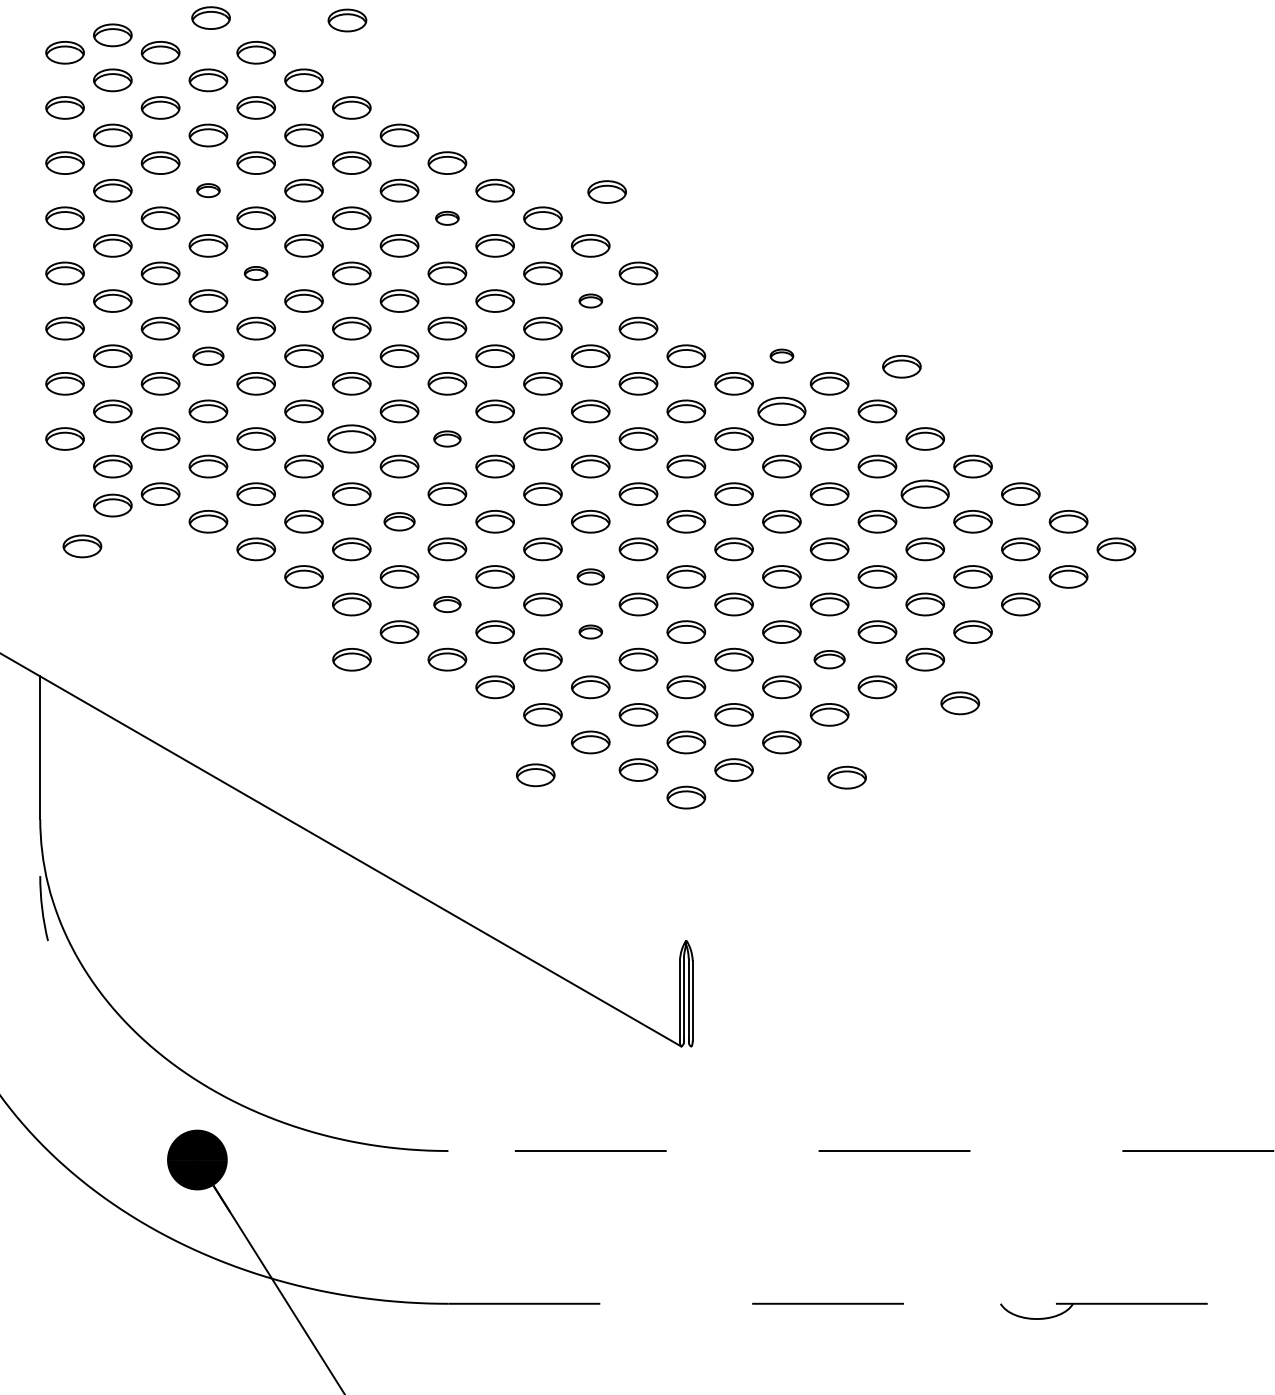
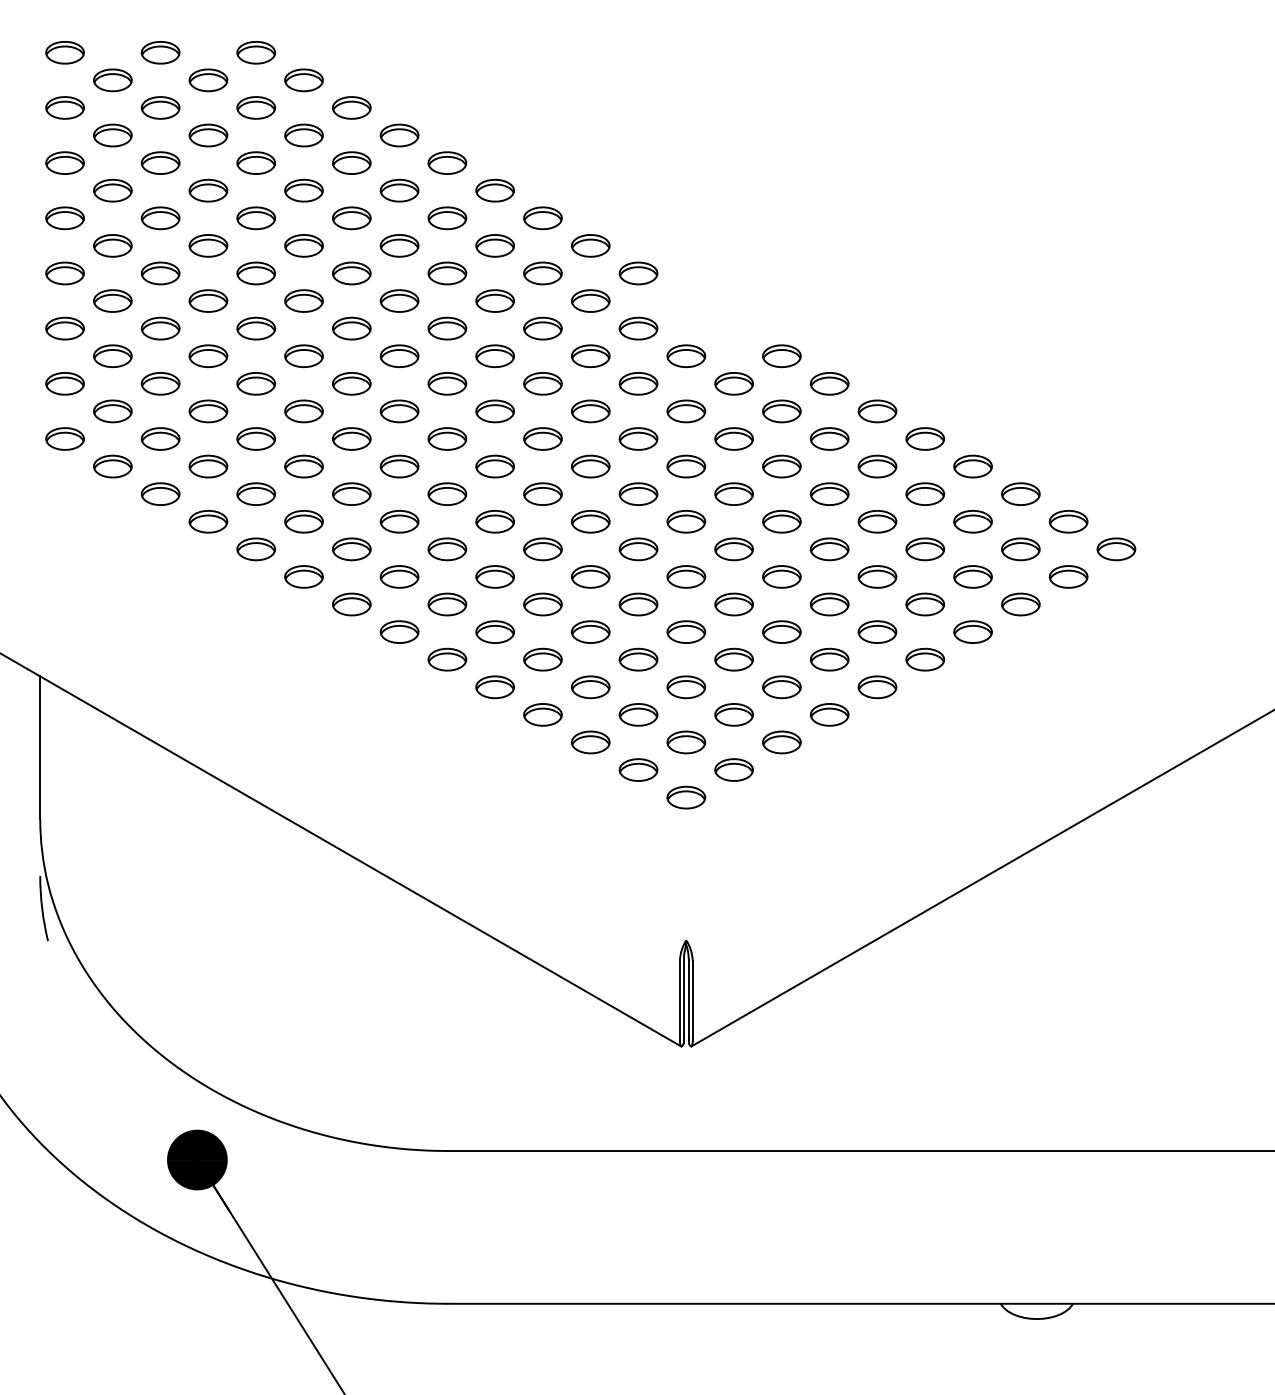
part at (210, 17): present -> none
part at (347, 20): present -> none
part at (112, 35): present -> none
part at (208, 190) size: 25x16 px -> 41x25 px
part at (606, 191): present -> none
part at (447, 217) size: 25x16 px -> 41x25 px
part at (255, 273) size: 26x15 px -> 40x25 px
part at (590, 300) size: 26x16 px -> 40x24 px
part at (208, 355) size: 33x20 px -> 41x25 px
part at (781, 355) size: 26x16 px -> 40x24 px
part at (901, 366): present -> none
part at (781, 410) size: 50x30 px -> 40x25 px
part at (351, 438) size: 50x30 px -> 40x24 px
part at (447, 438) size: 29x18 px -> 41x24 px
part at (924, 493) size: 50x30 px -> 41x24 px
part at (112, 505): present -> none
part at (399, 521) size: 33x20 px -> 41x24 px
part at (82, 546): present -> none
part at (590, 576) size: 29x18 px -> 40x24 px
part at (447, 604) size: 29x18 px -> 41x25 px
part at (590, 631) size: 26x16 px -> 40x24 px
part at (351, 659): present -> none
part at (829, 659) size: 33x20 px -> 41x25 px
part at (960, 703): present -> none
part at (535, 775): present -> none
part at (846, 777): present -> none
line at (981, 878): none -> present
line at (861, 1151): dashed -> solid
line at (862, 1303): dashed -> solid
